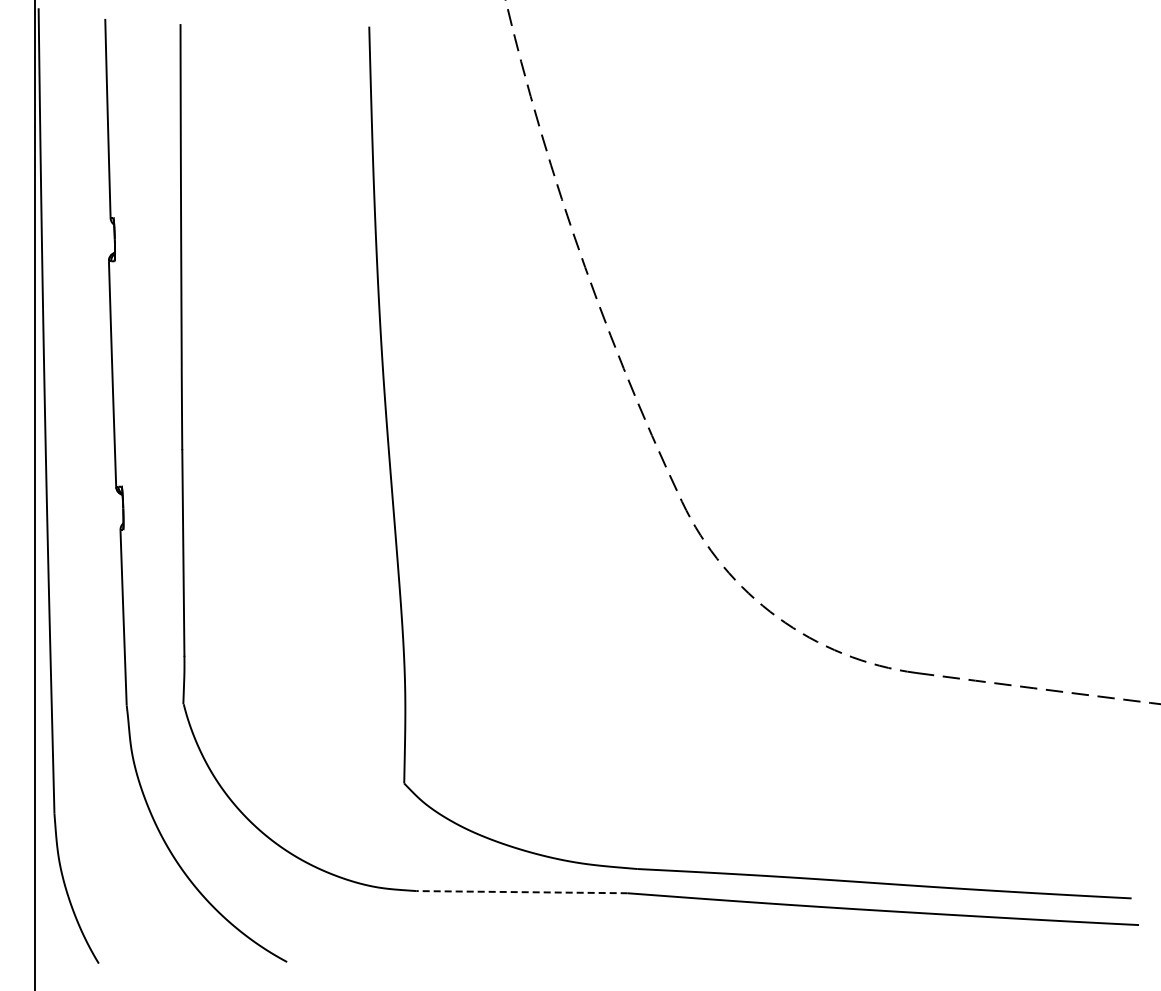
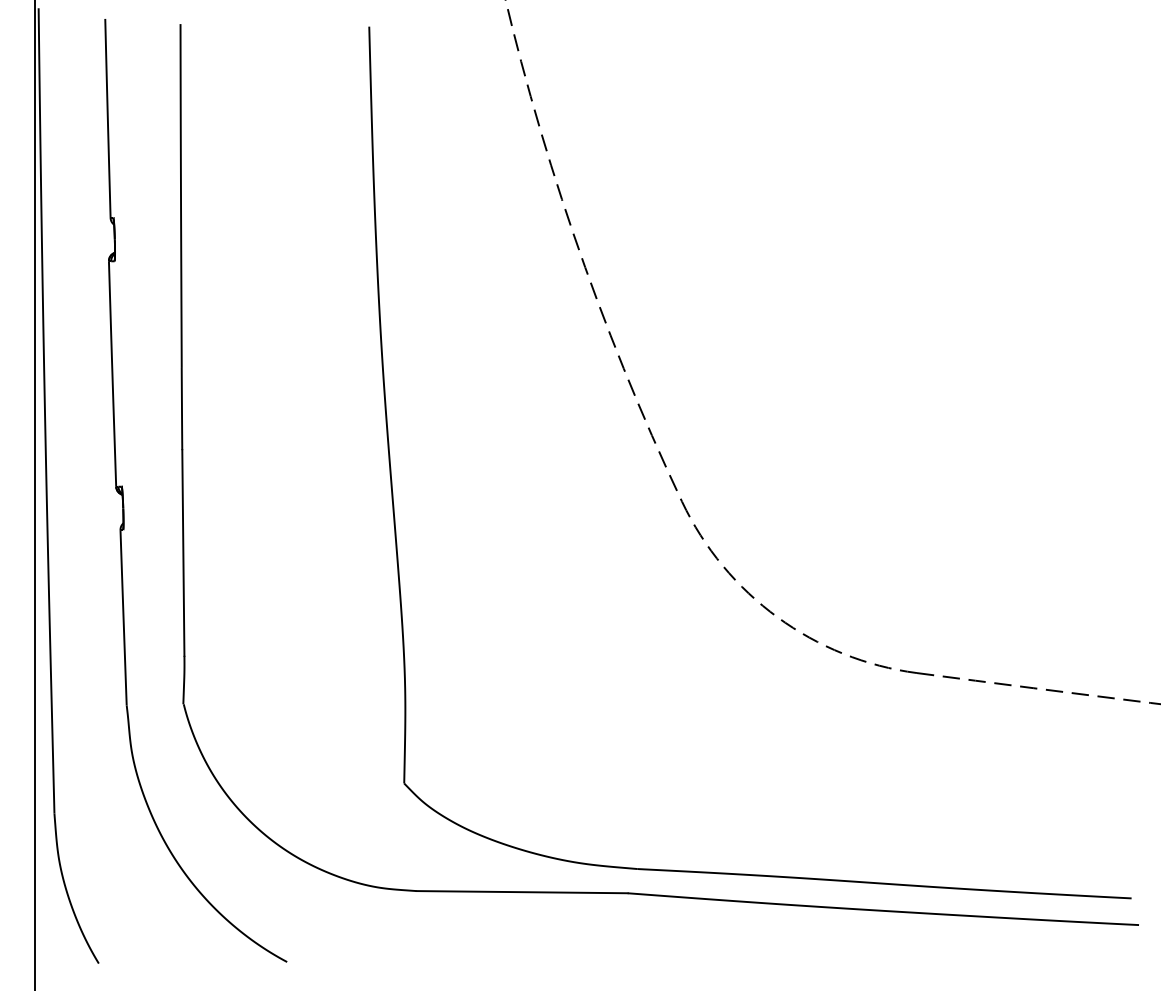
line at (522, 892): dashed -> solid
